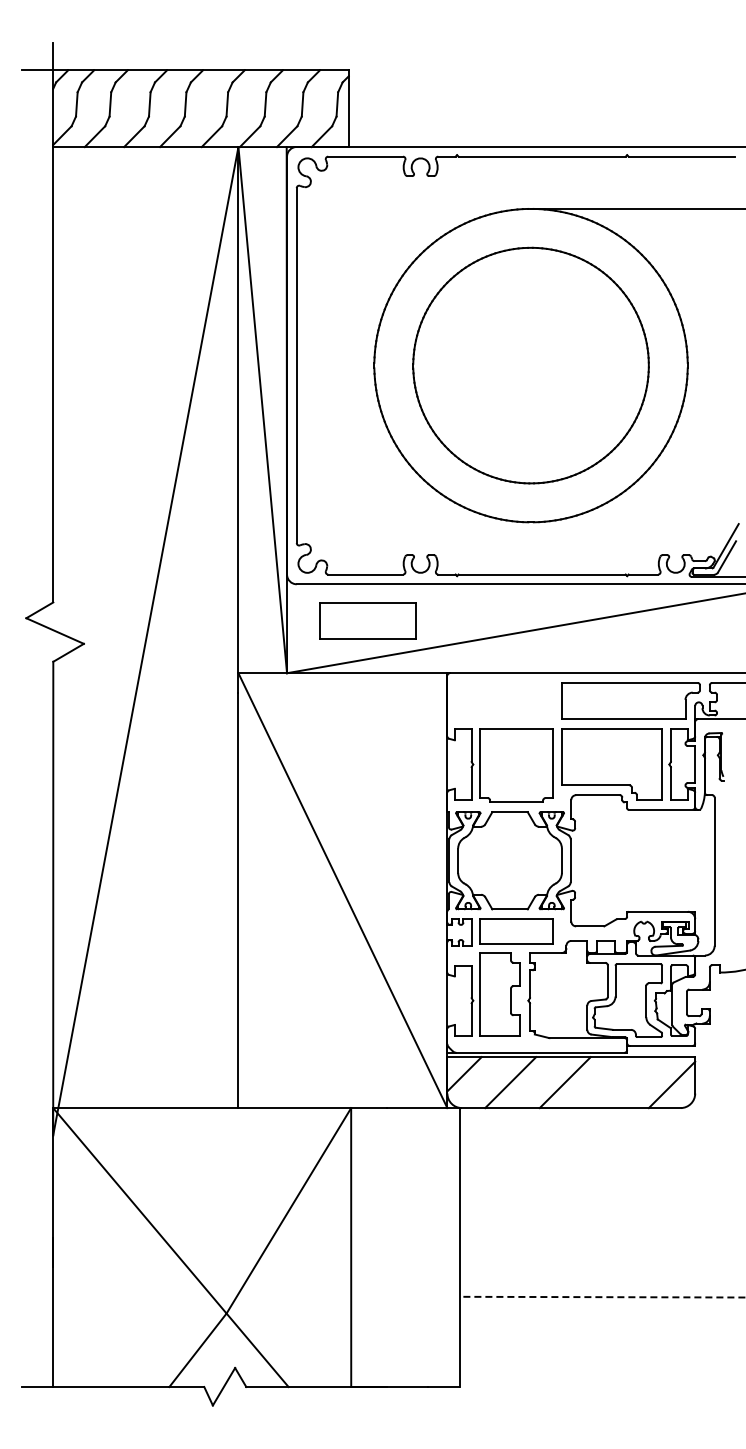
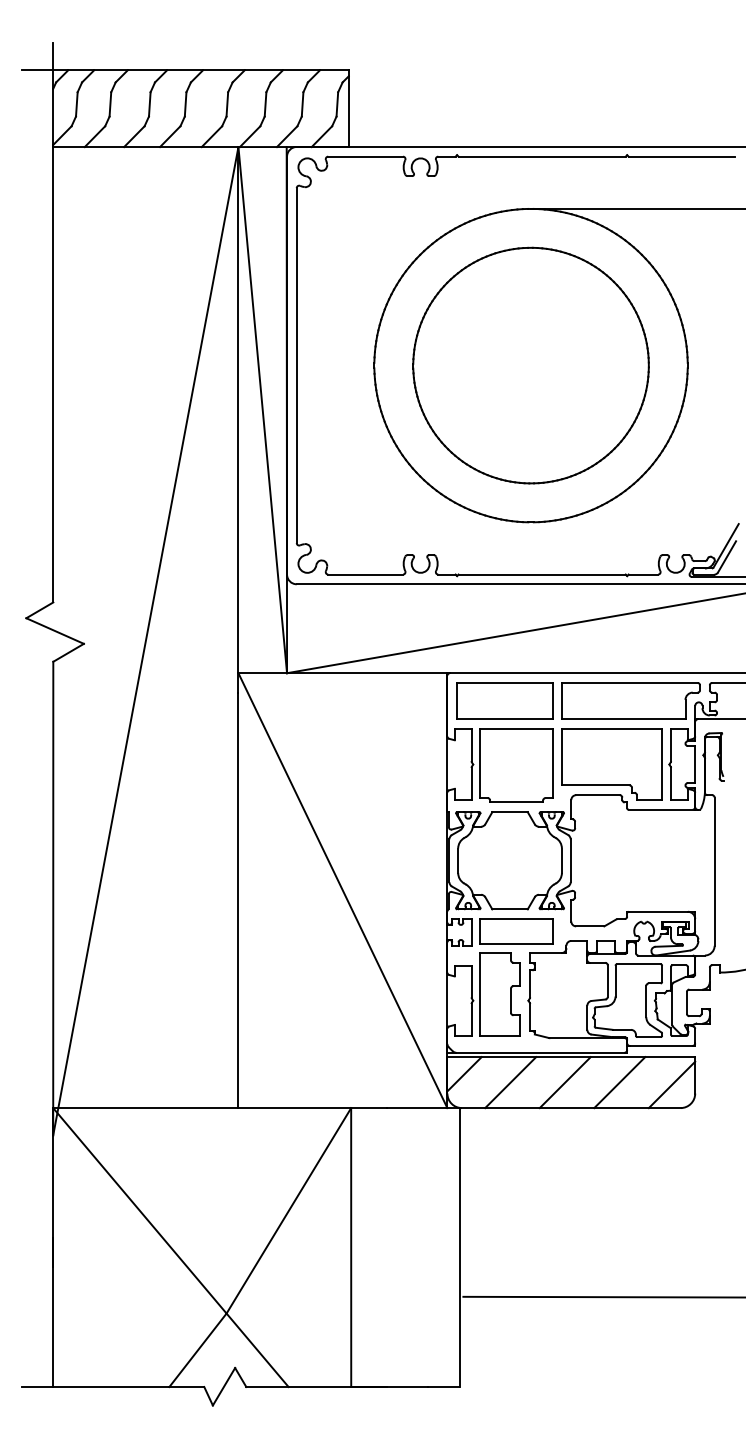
part at (367, 620) position: (367, 620) -> (504, 700)
line at (619, 1082): none -> present
line at (605, 1297): dashed -> solid
